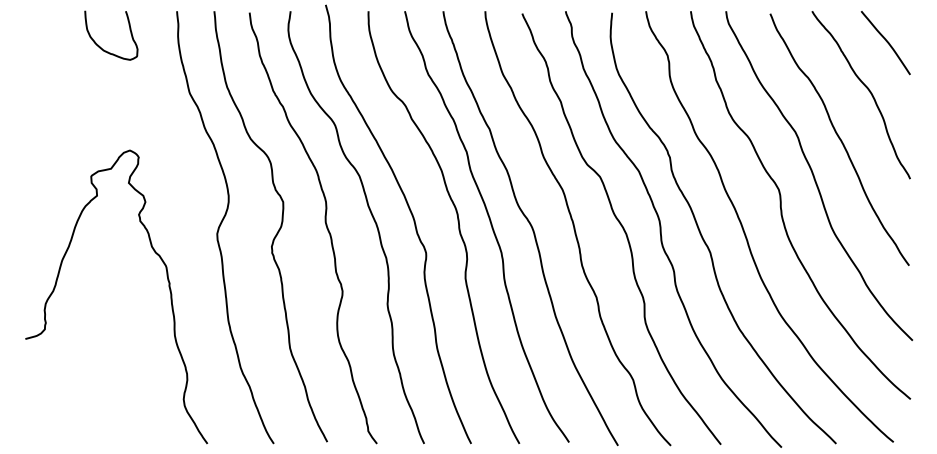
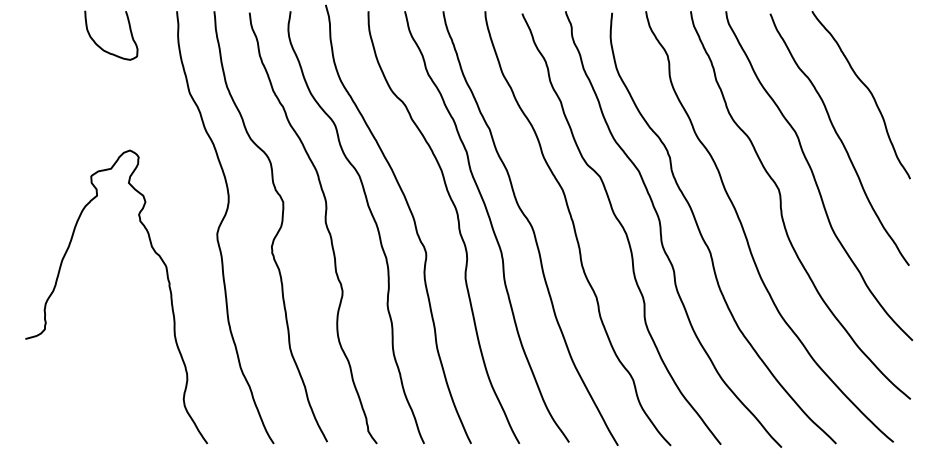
curve at (886, 42): present -> none
